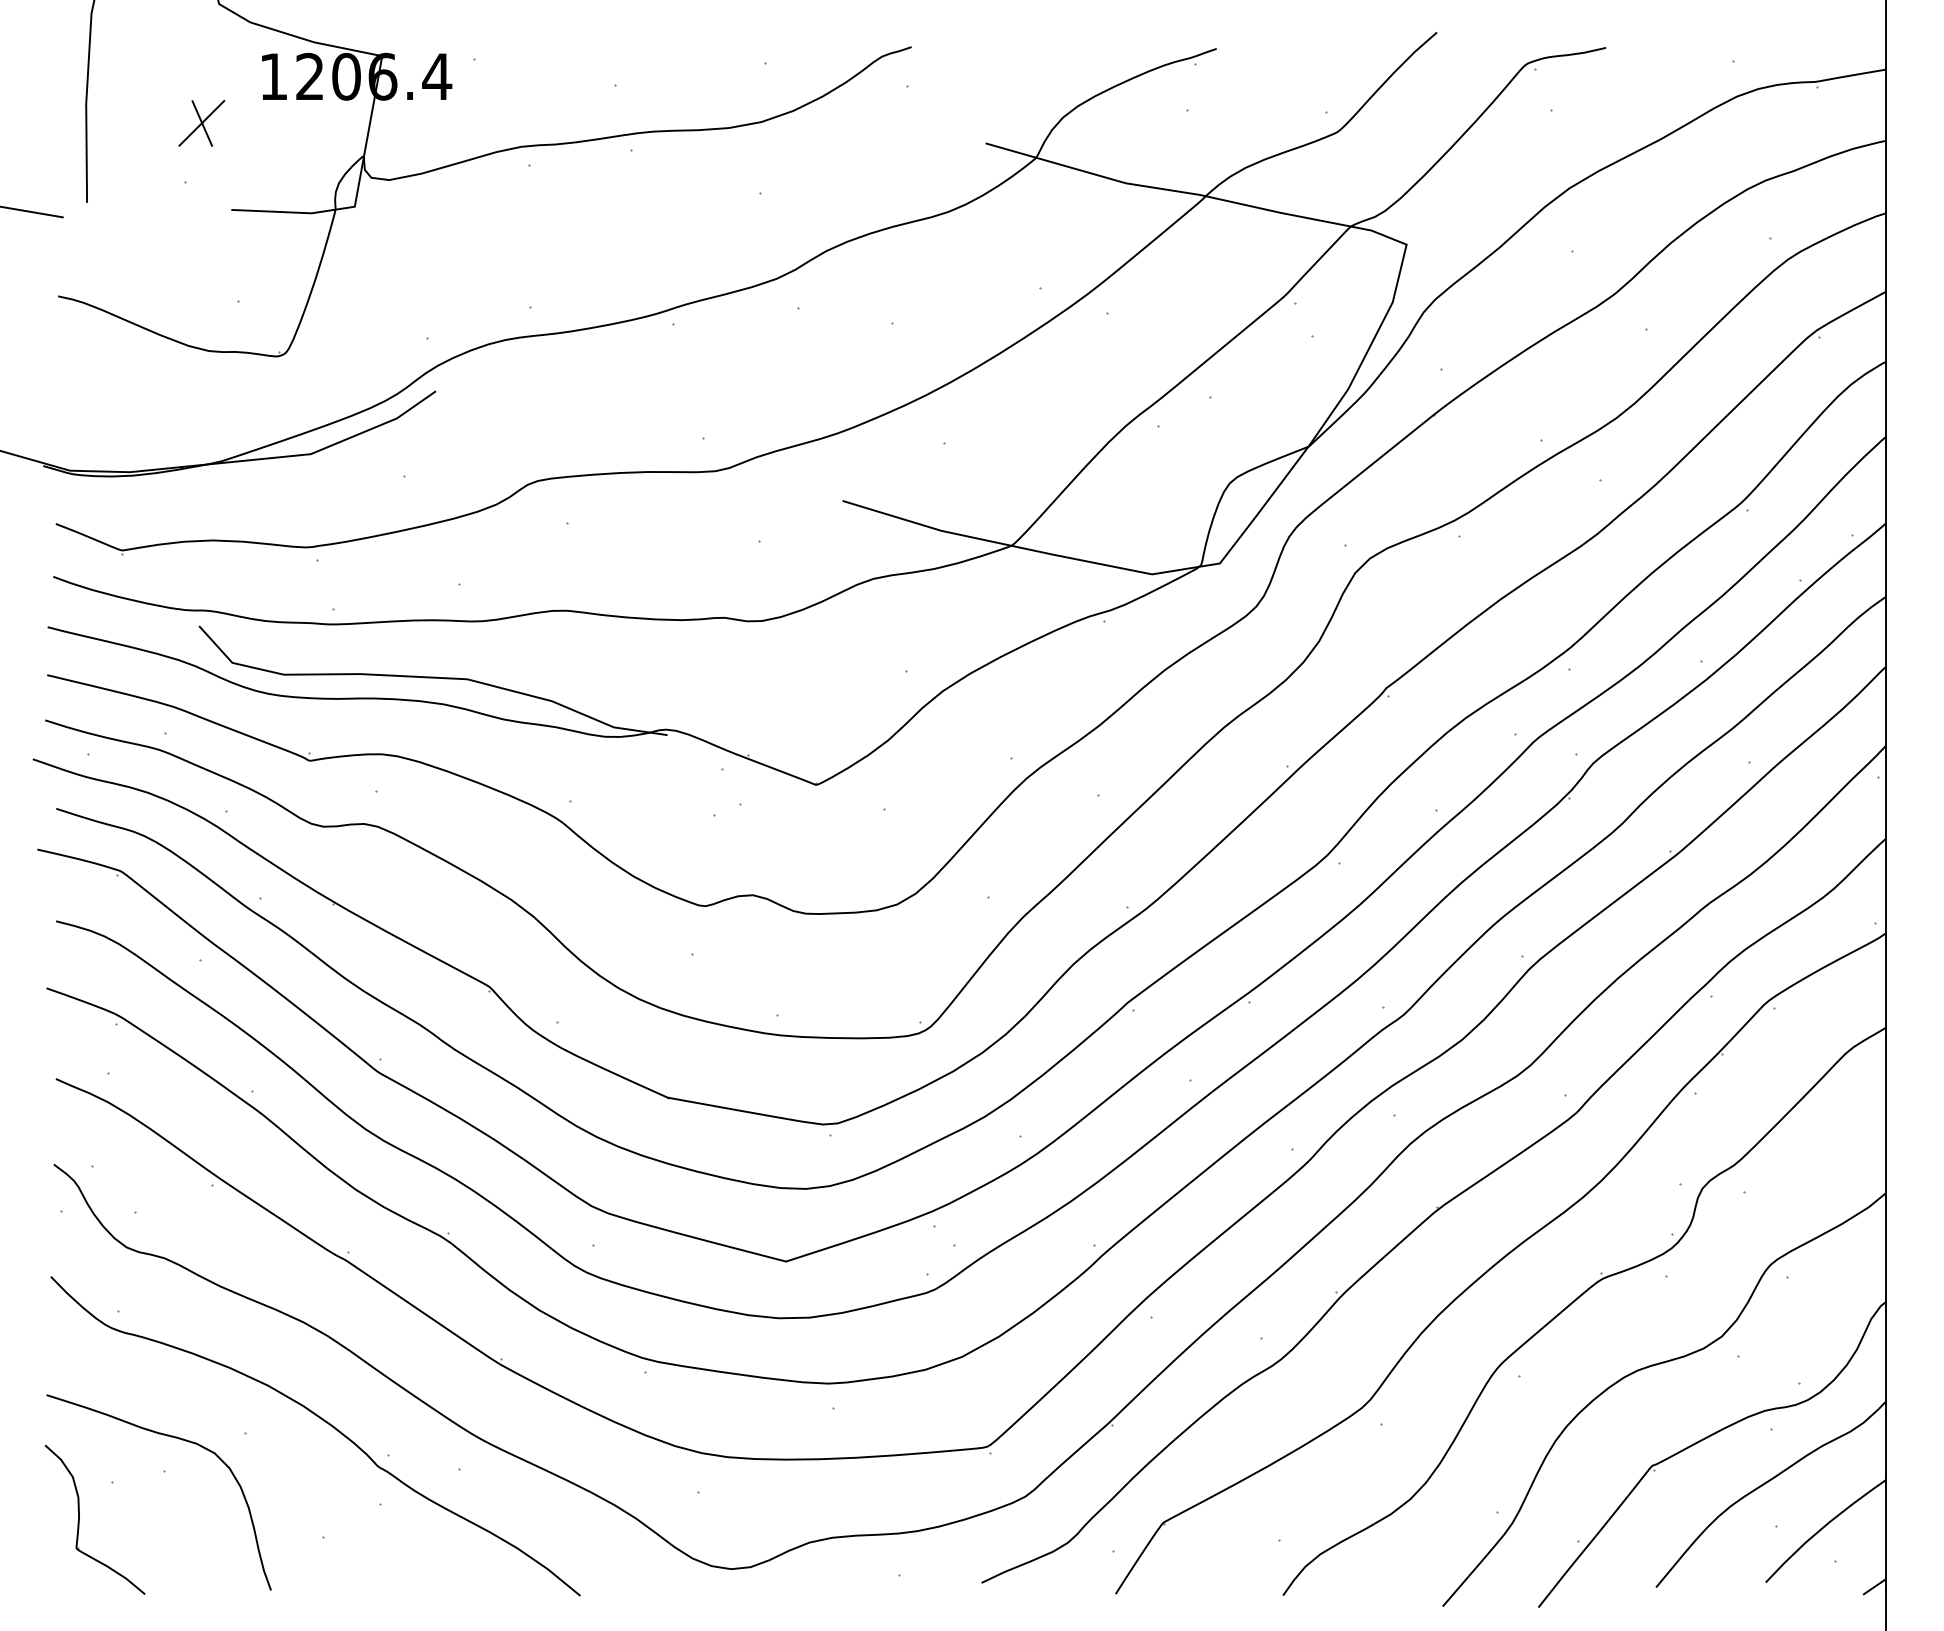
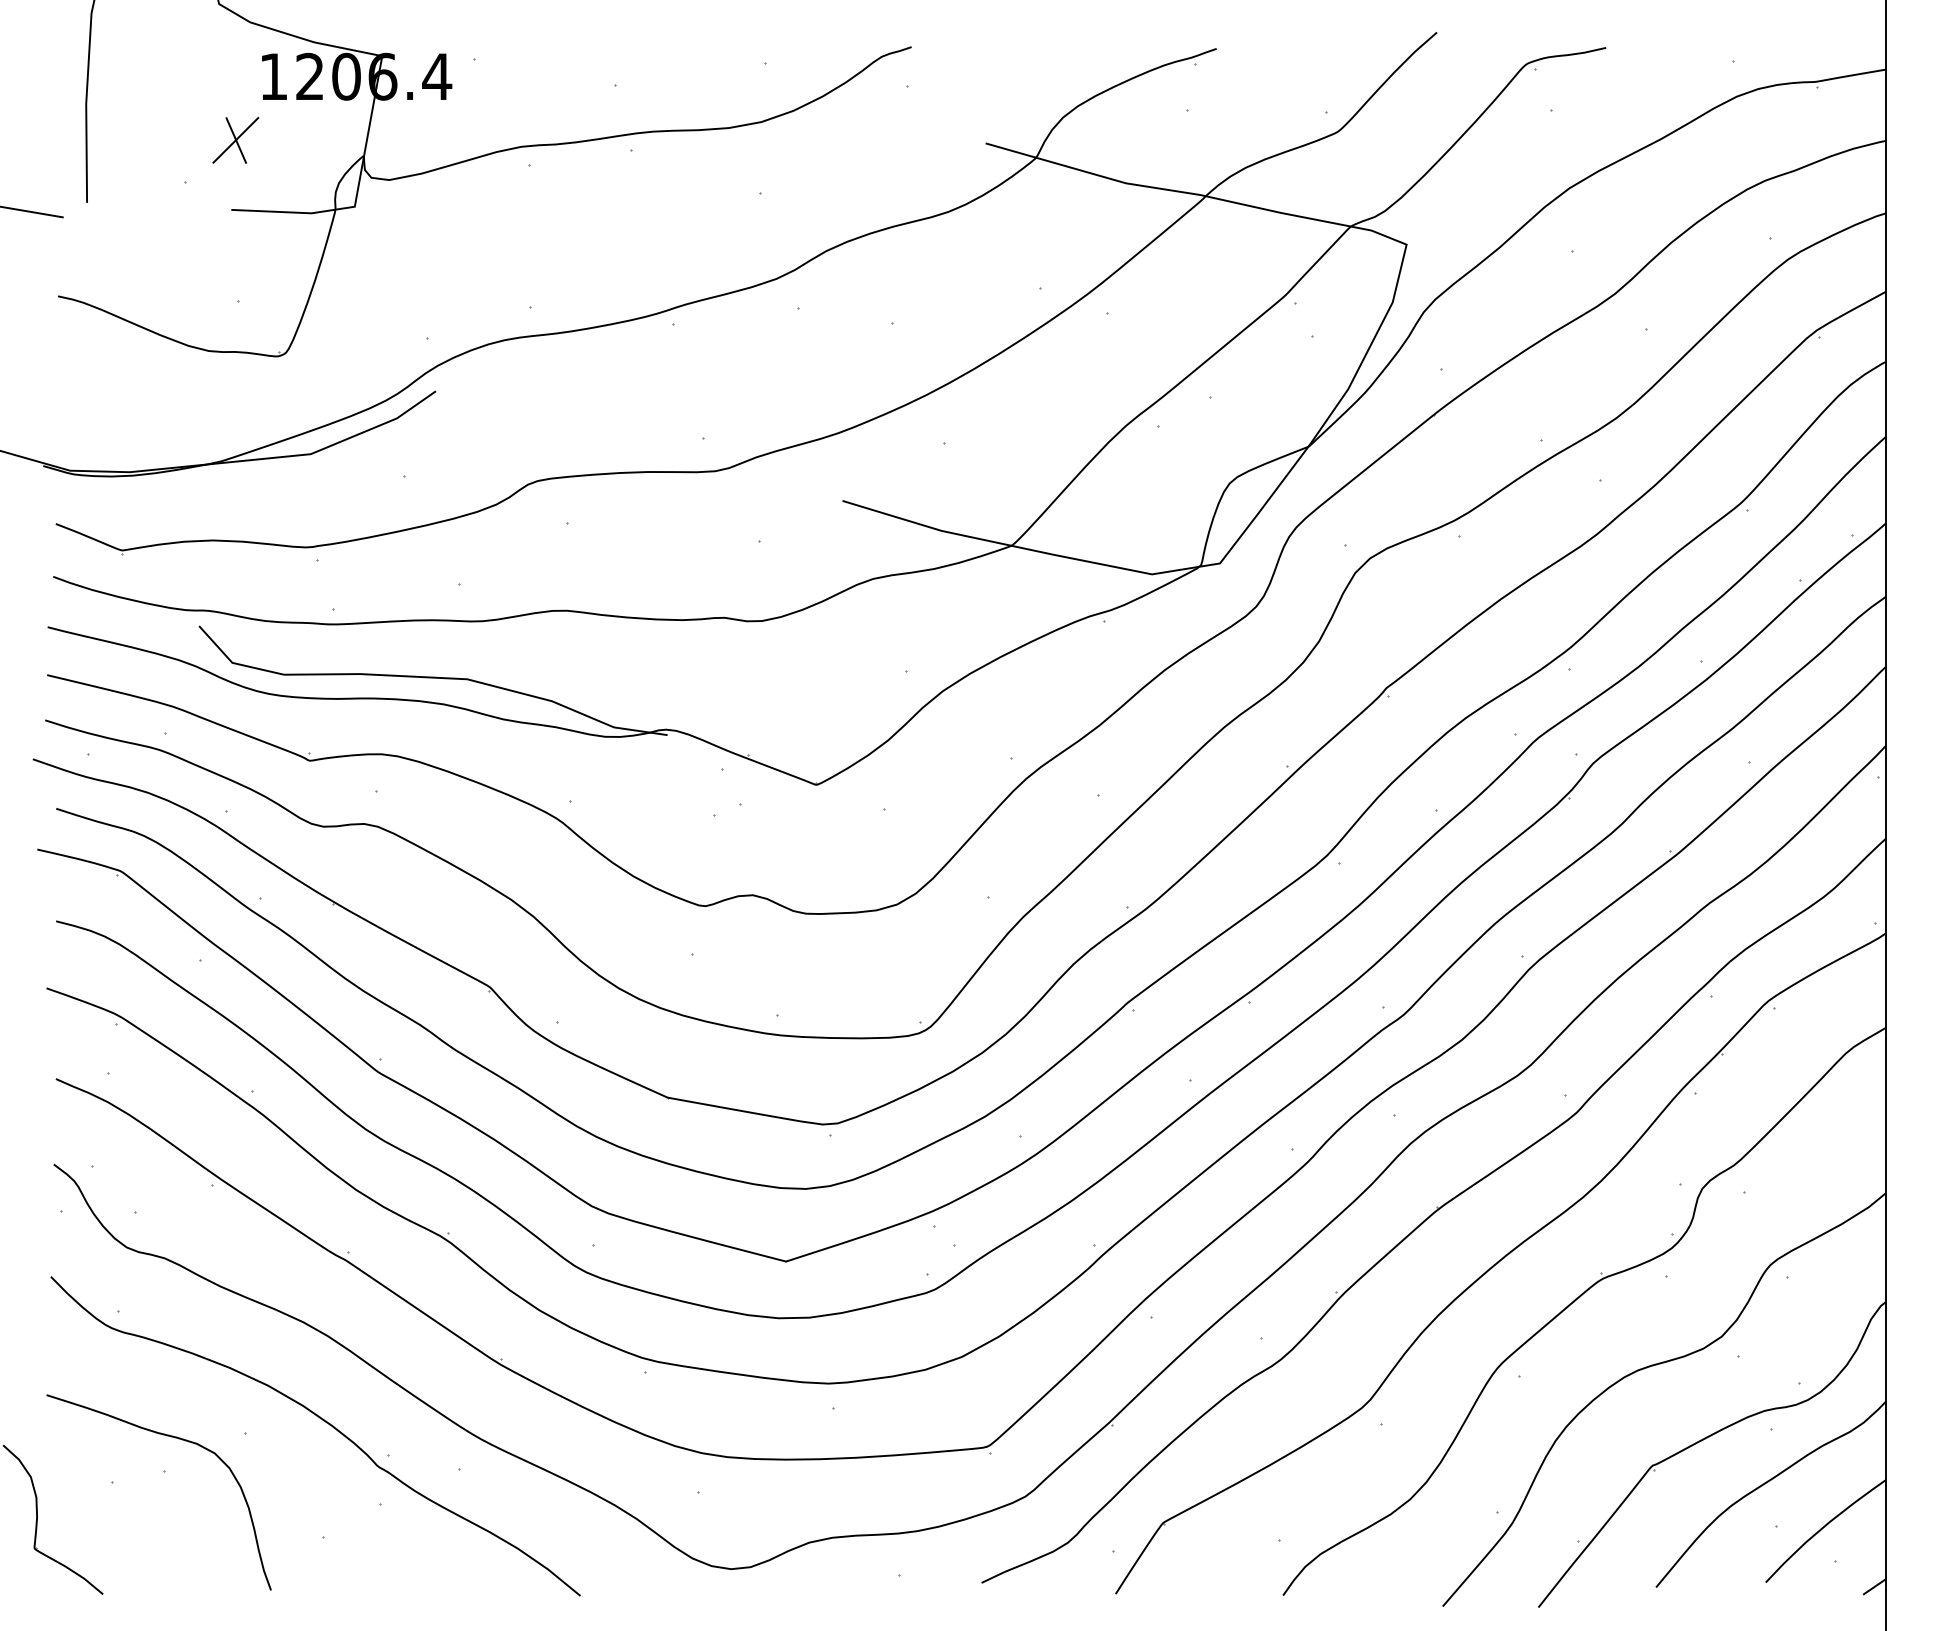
part at (201, 123) position: (201, 123) -> (235, 140)
part at (79, 1519) position: (79, 1519) -> (37, 1519)
